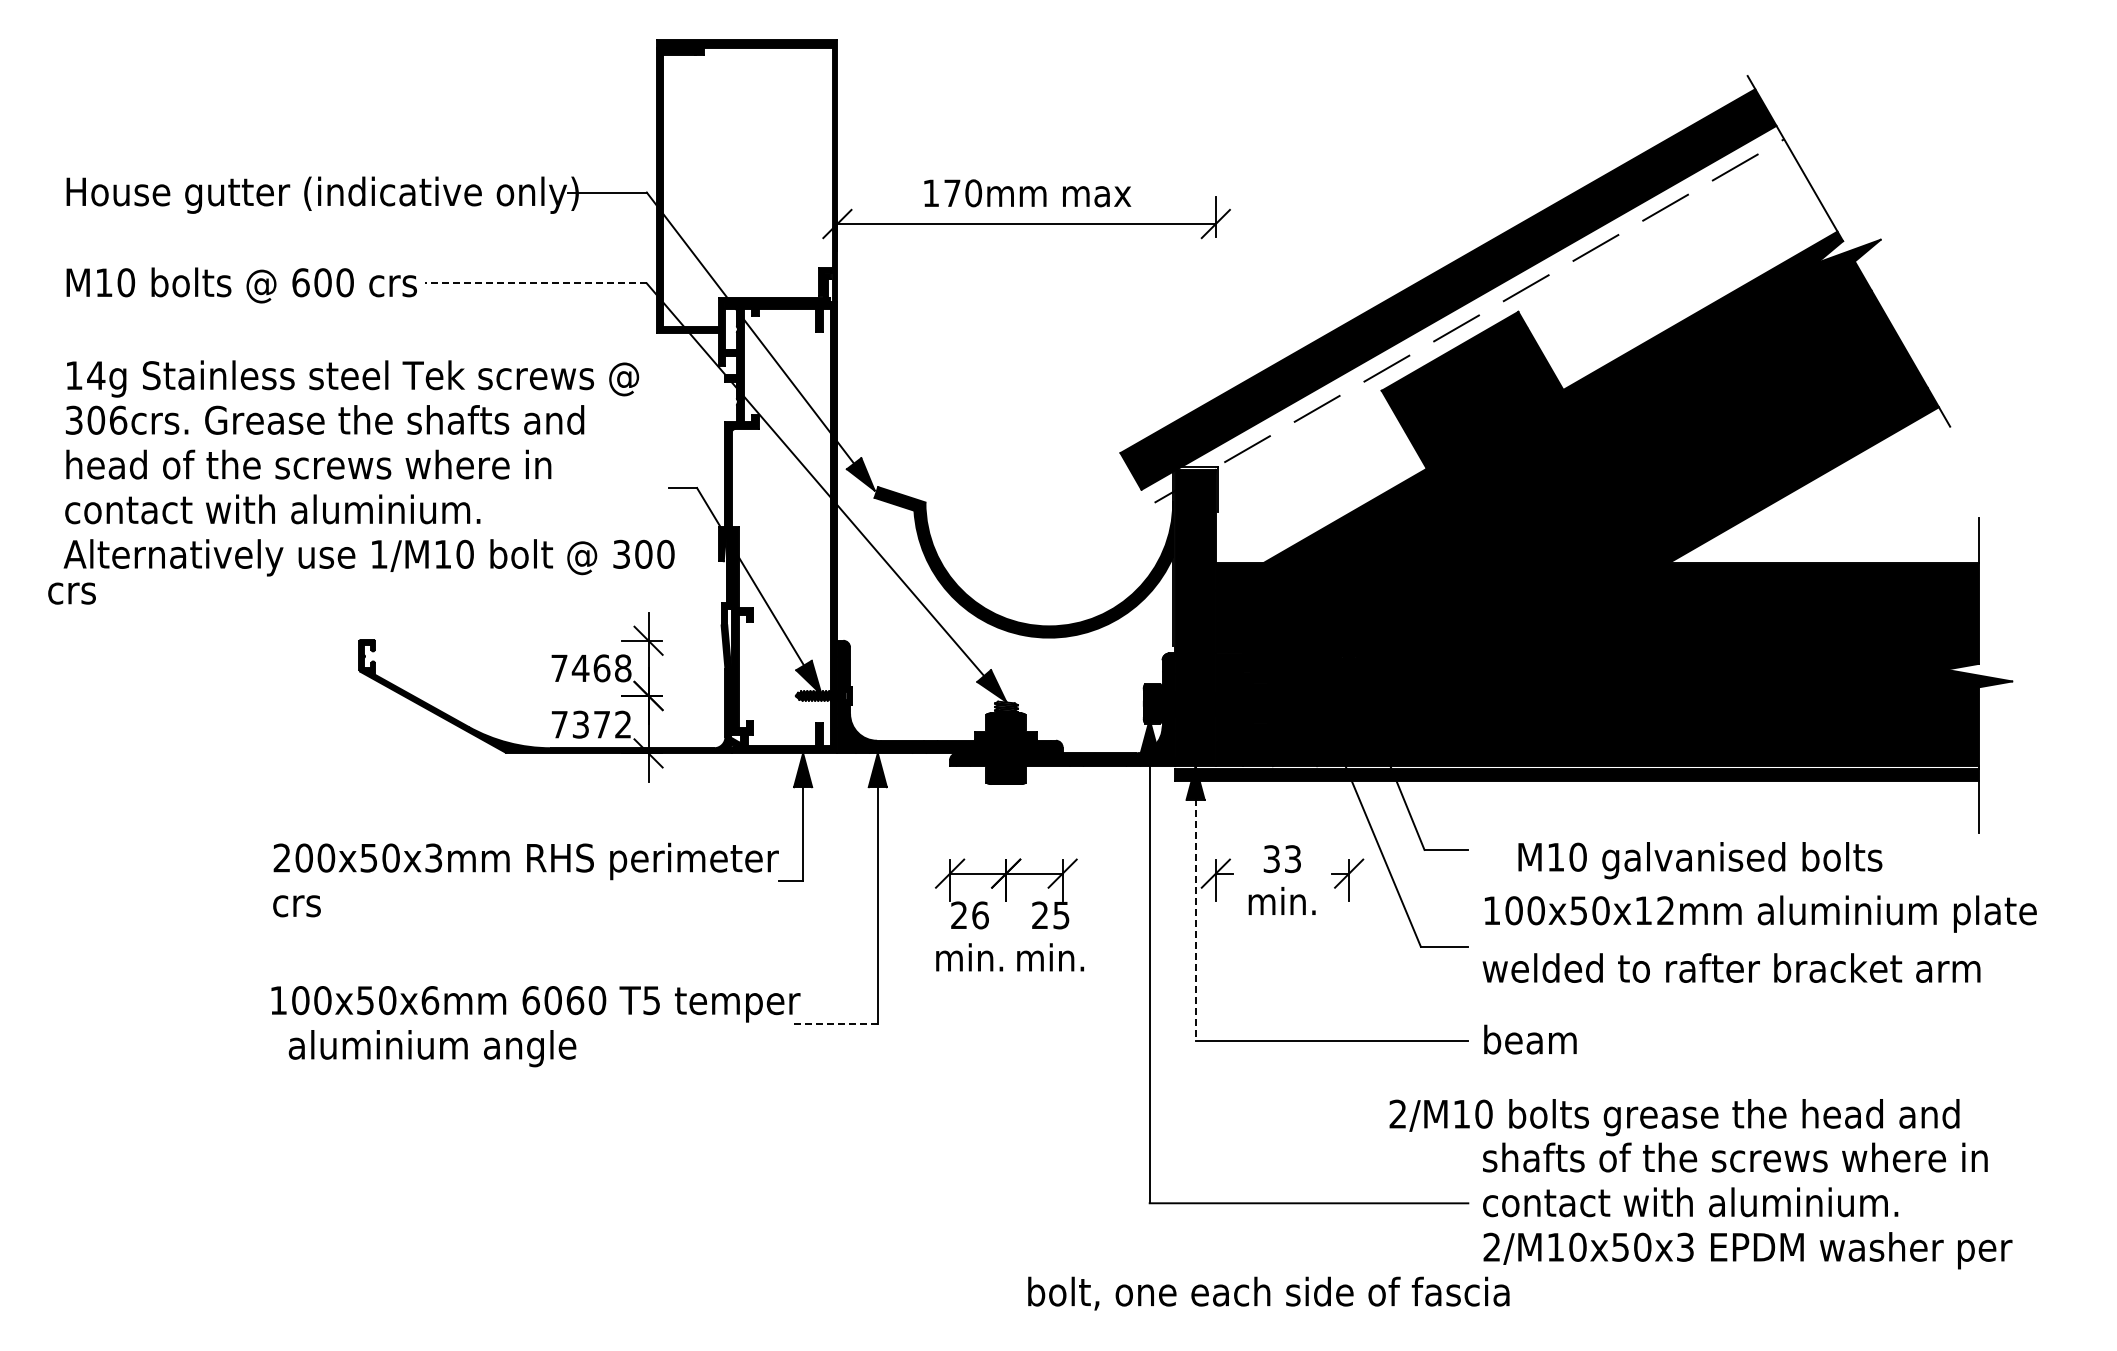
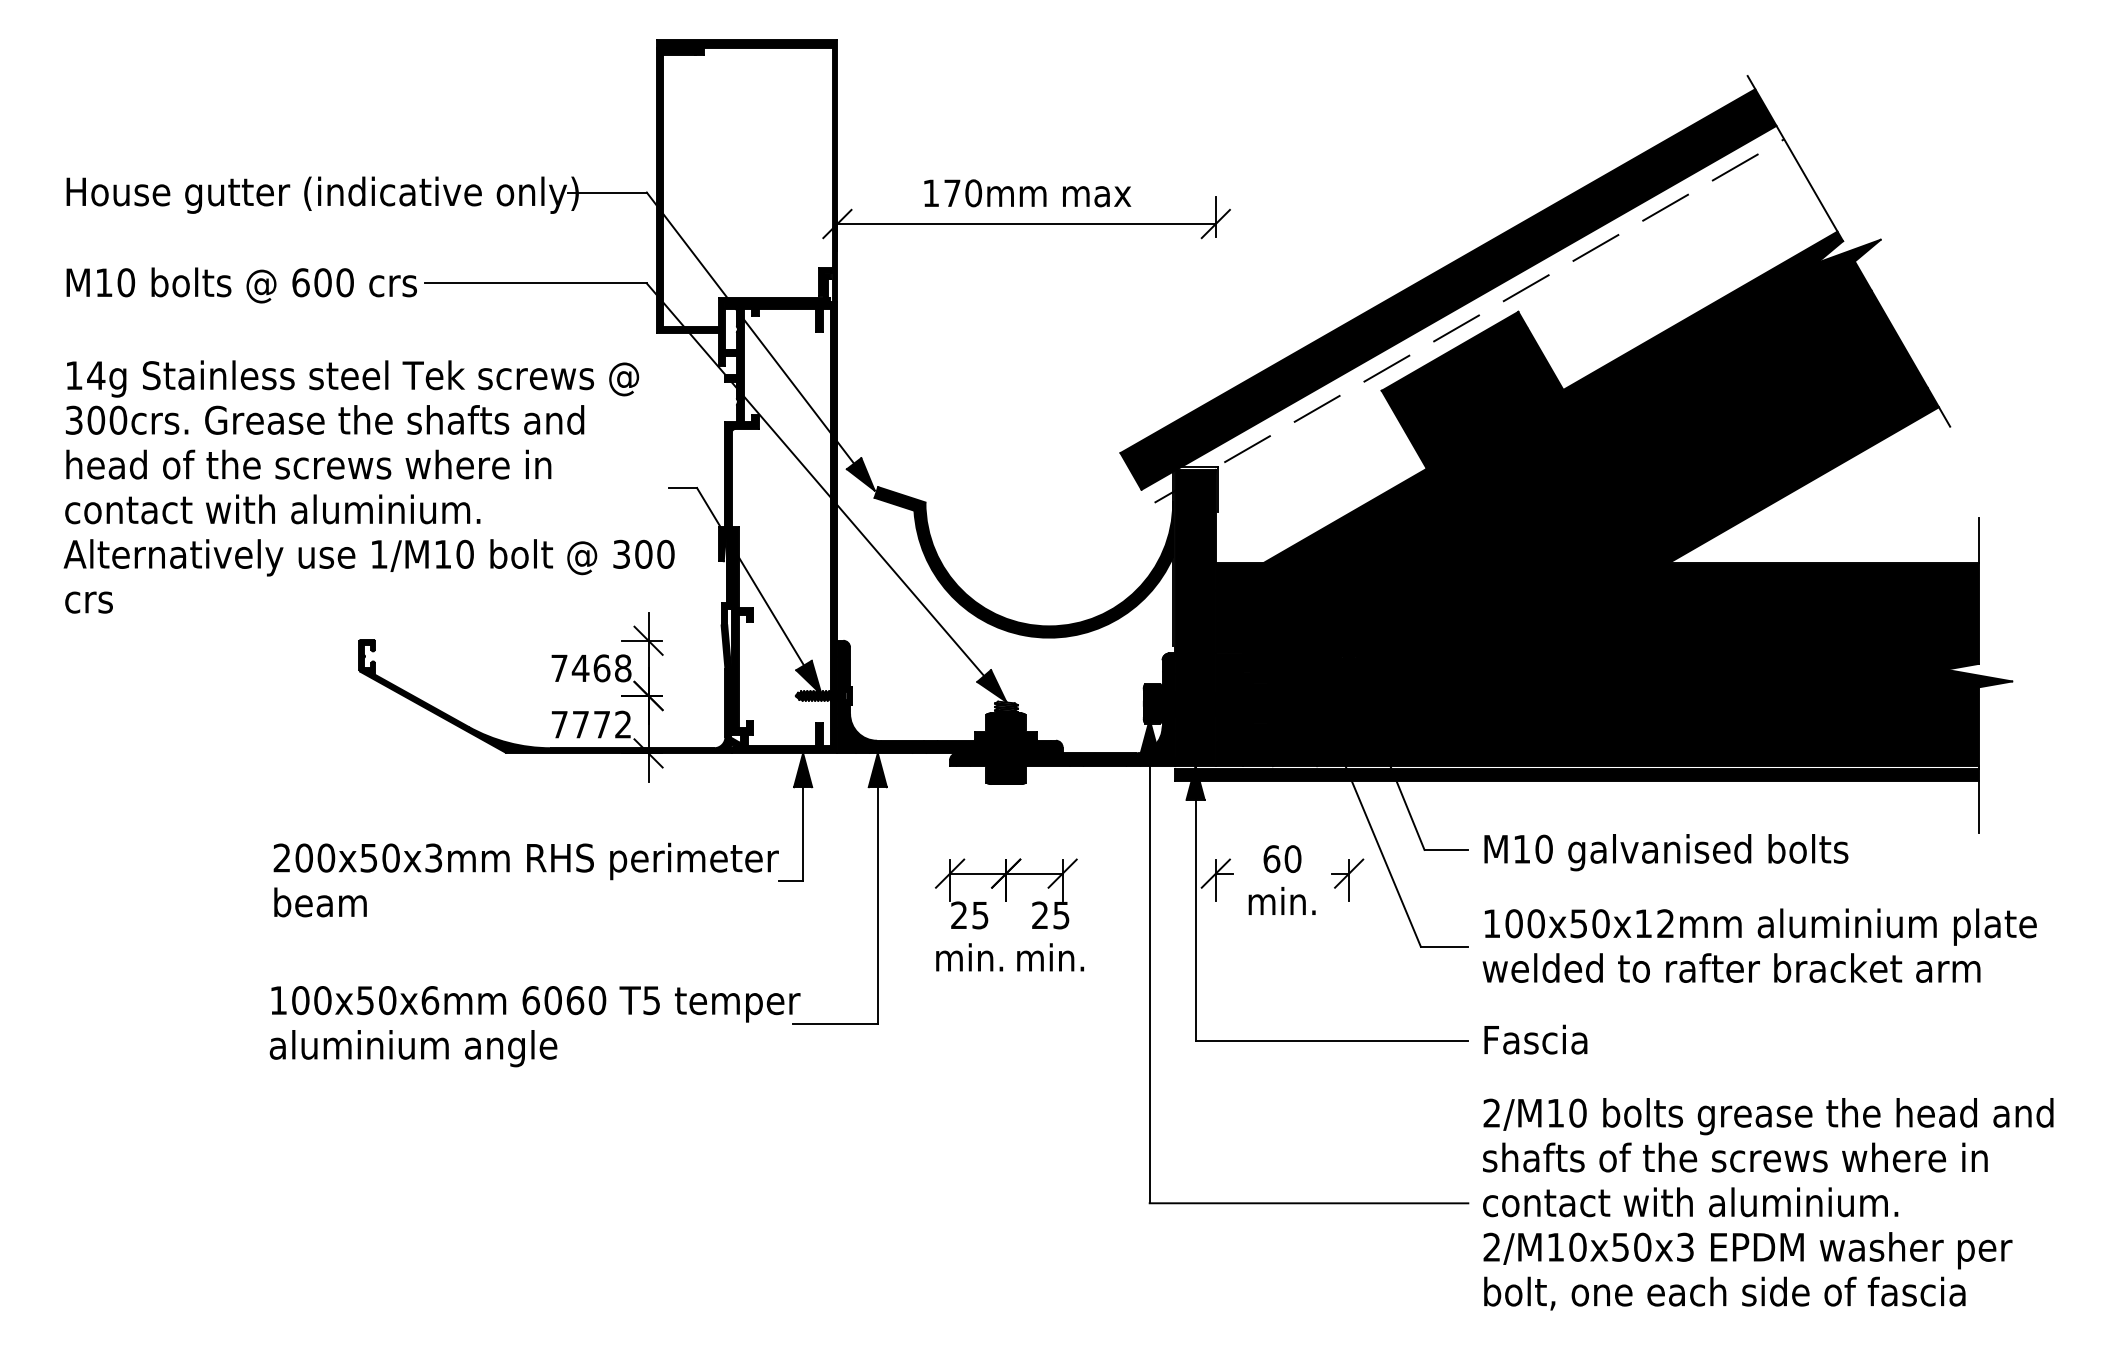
line at (536, 283): dashed -> solid
text at (118, 419): 306crs. -> 300crs.
text at (71, 593) position: (71, 593) -> (88, 602)
text at (580, 724): 7372 -> 7772
text at (1282, 859): 33 -> 60
text at (1700, 860) position: (1700, 860) -> (1666, 852)
text at (319, 902): crs -> beam
line at (1195, 903): dashed -> solid
text at (1760, 913) position: (1760, 913) -> (1760, 926)
text at (980, 915): 26 -> 25
line at (834, 1023): dashed -> solid
text at (1535, 1039): beam -> Fascia
text at (432, 1048) position: (432, 1048) -> (413, 1048)
text at (1674, 1117) position: (1674, 1117) -> (1768, 1116)
text at (1268, 1293) position: (1268, 1293) -> (1724, 1293)
